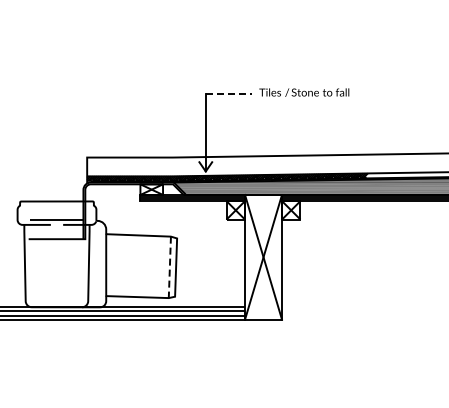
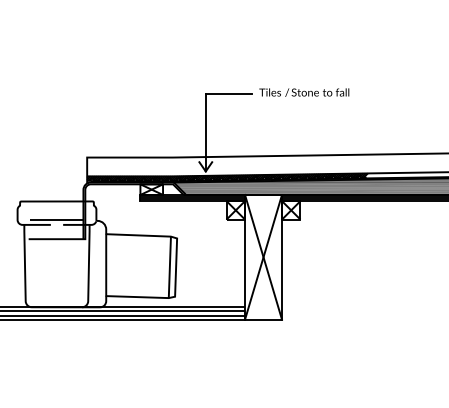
line at (229, 93): dashed -> solid
line at (169, 267): dashed -> solid
